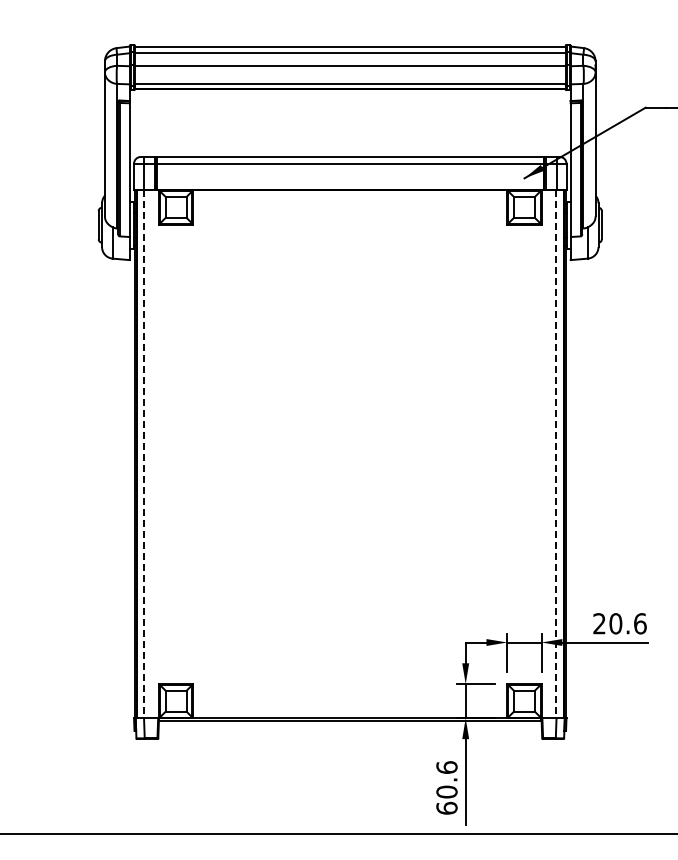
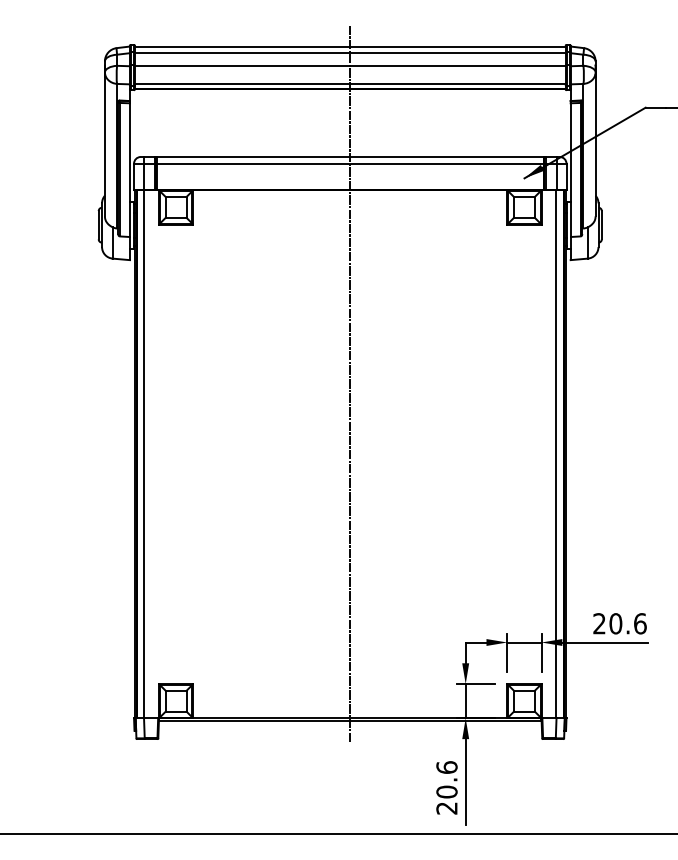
line at (350, 383): none -> present
line at (144, 454): dashed -> solid
line at (556, 454): dashed -> solid
text at (446, 807): 60.6 -> 20.6
